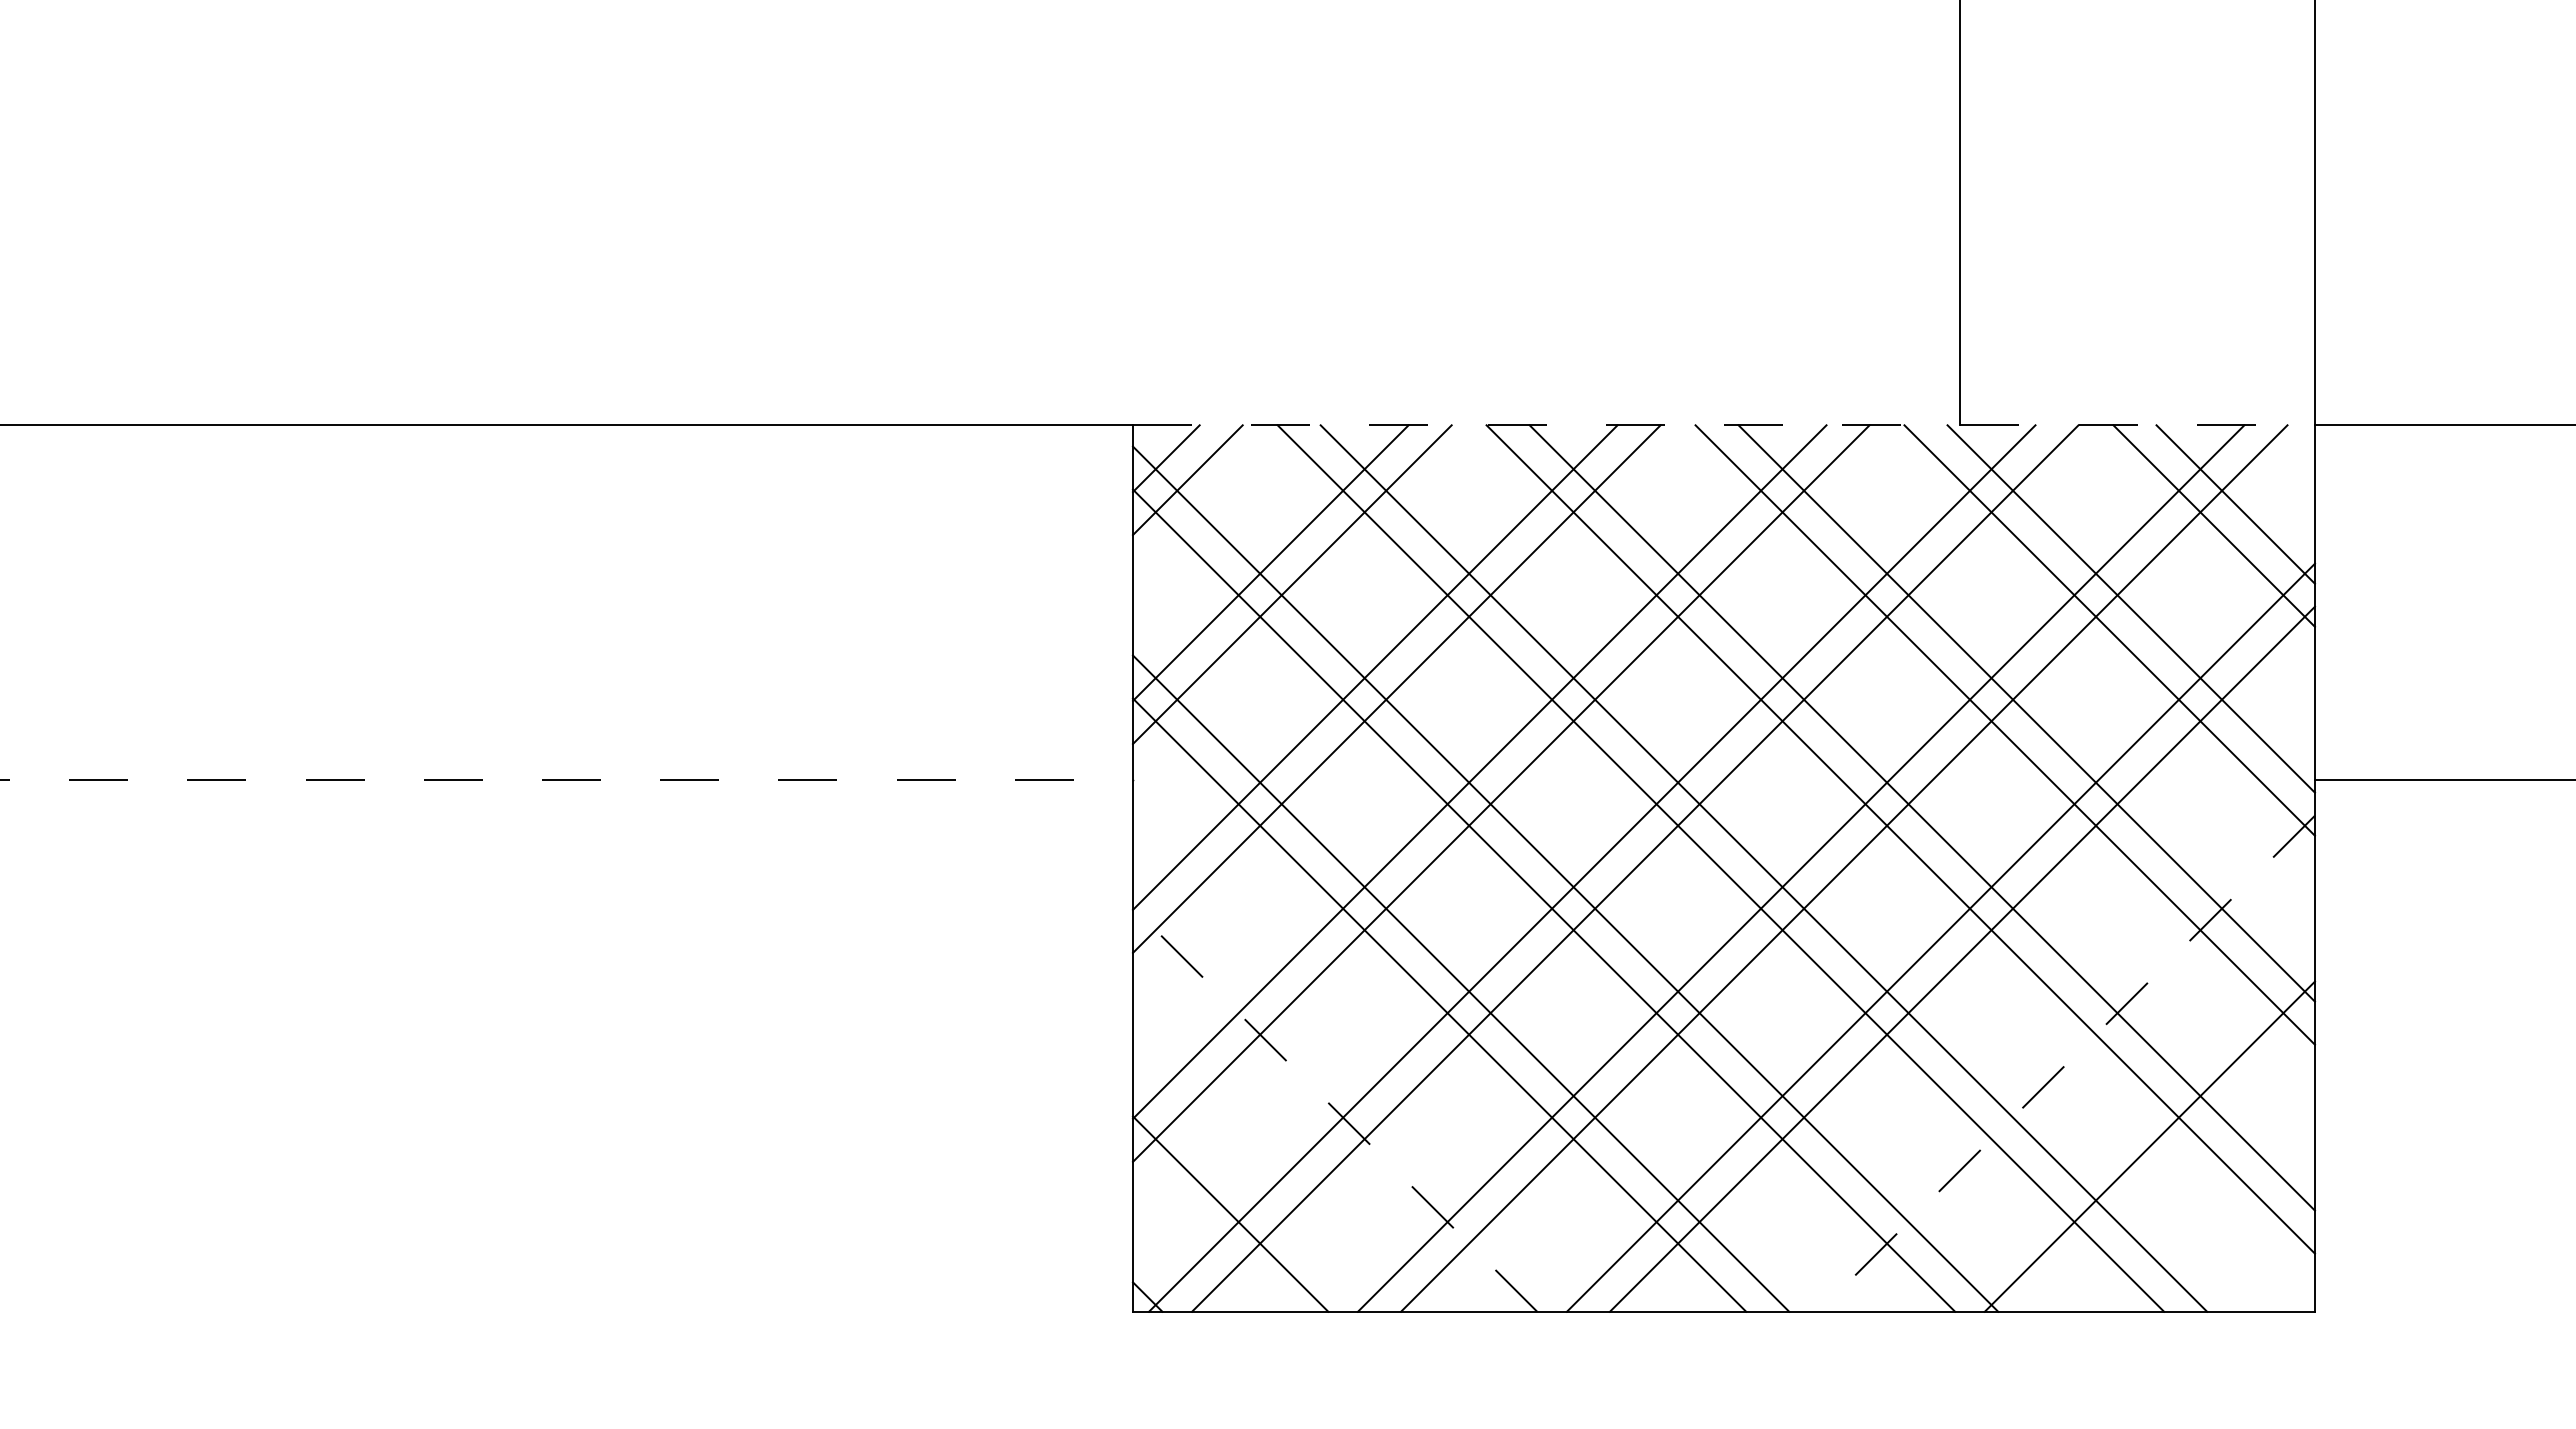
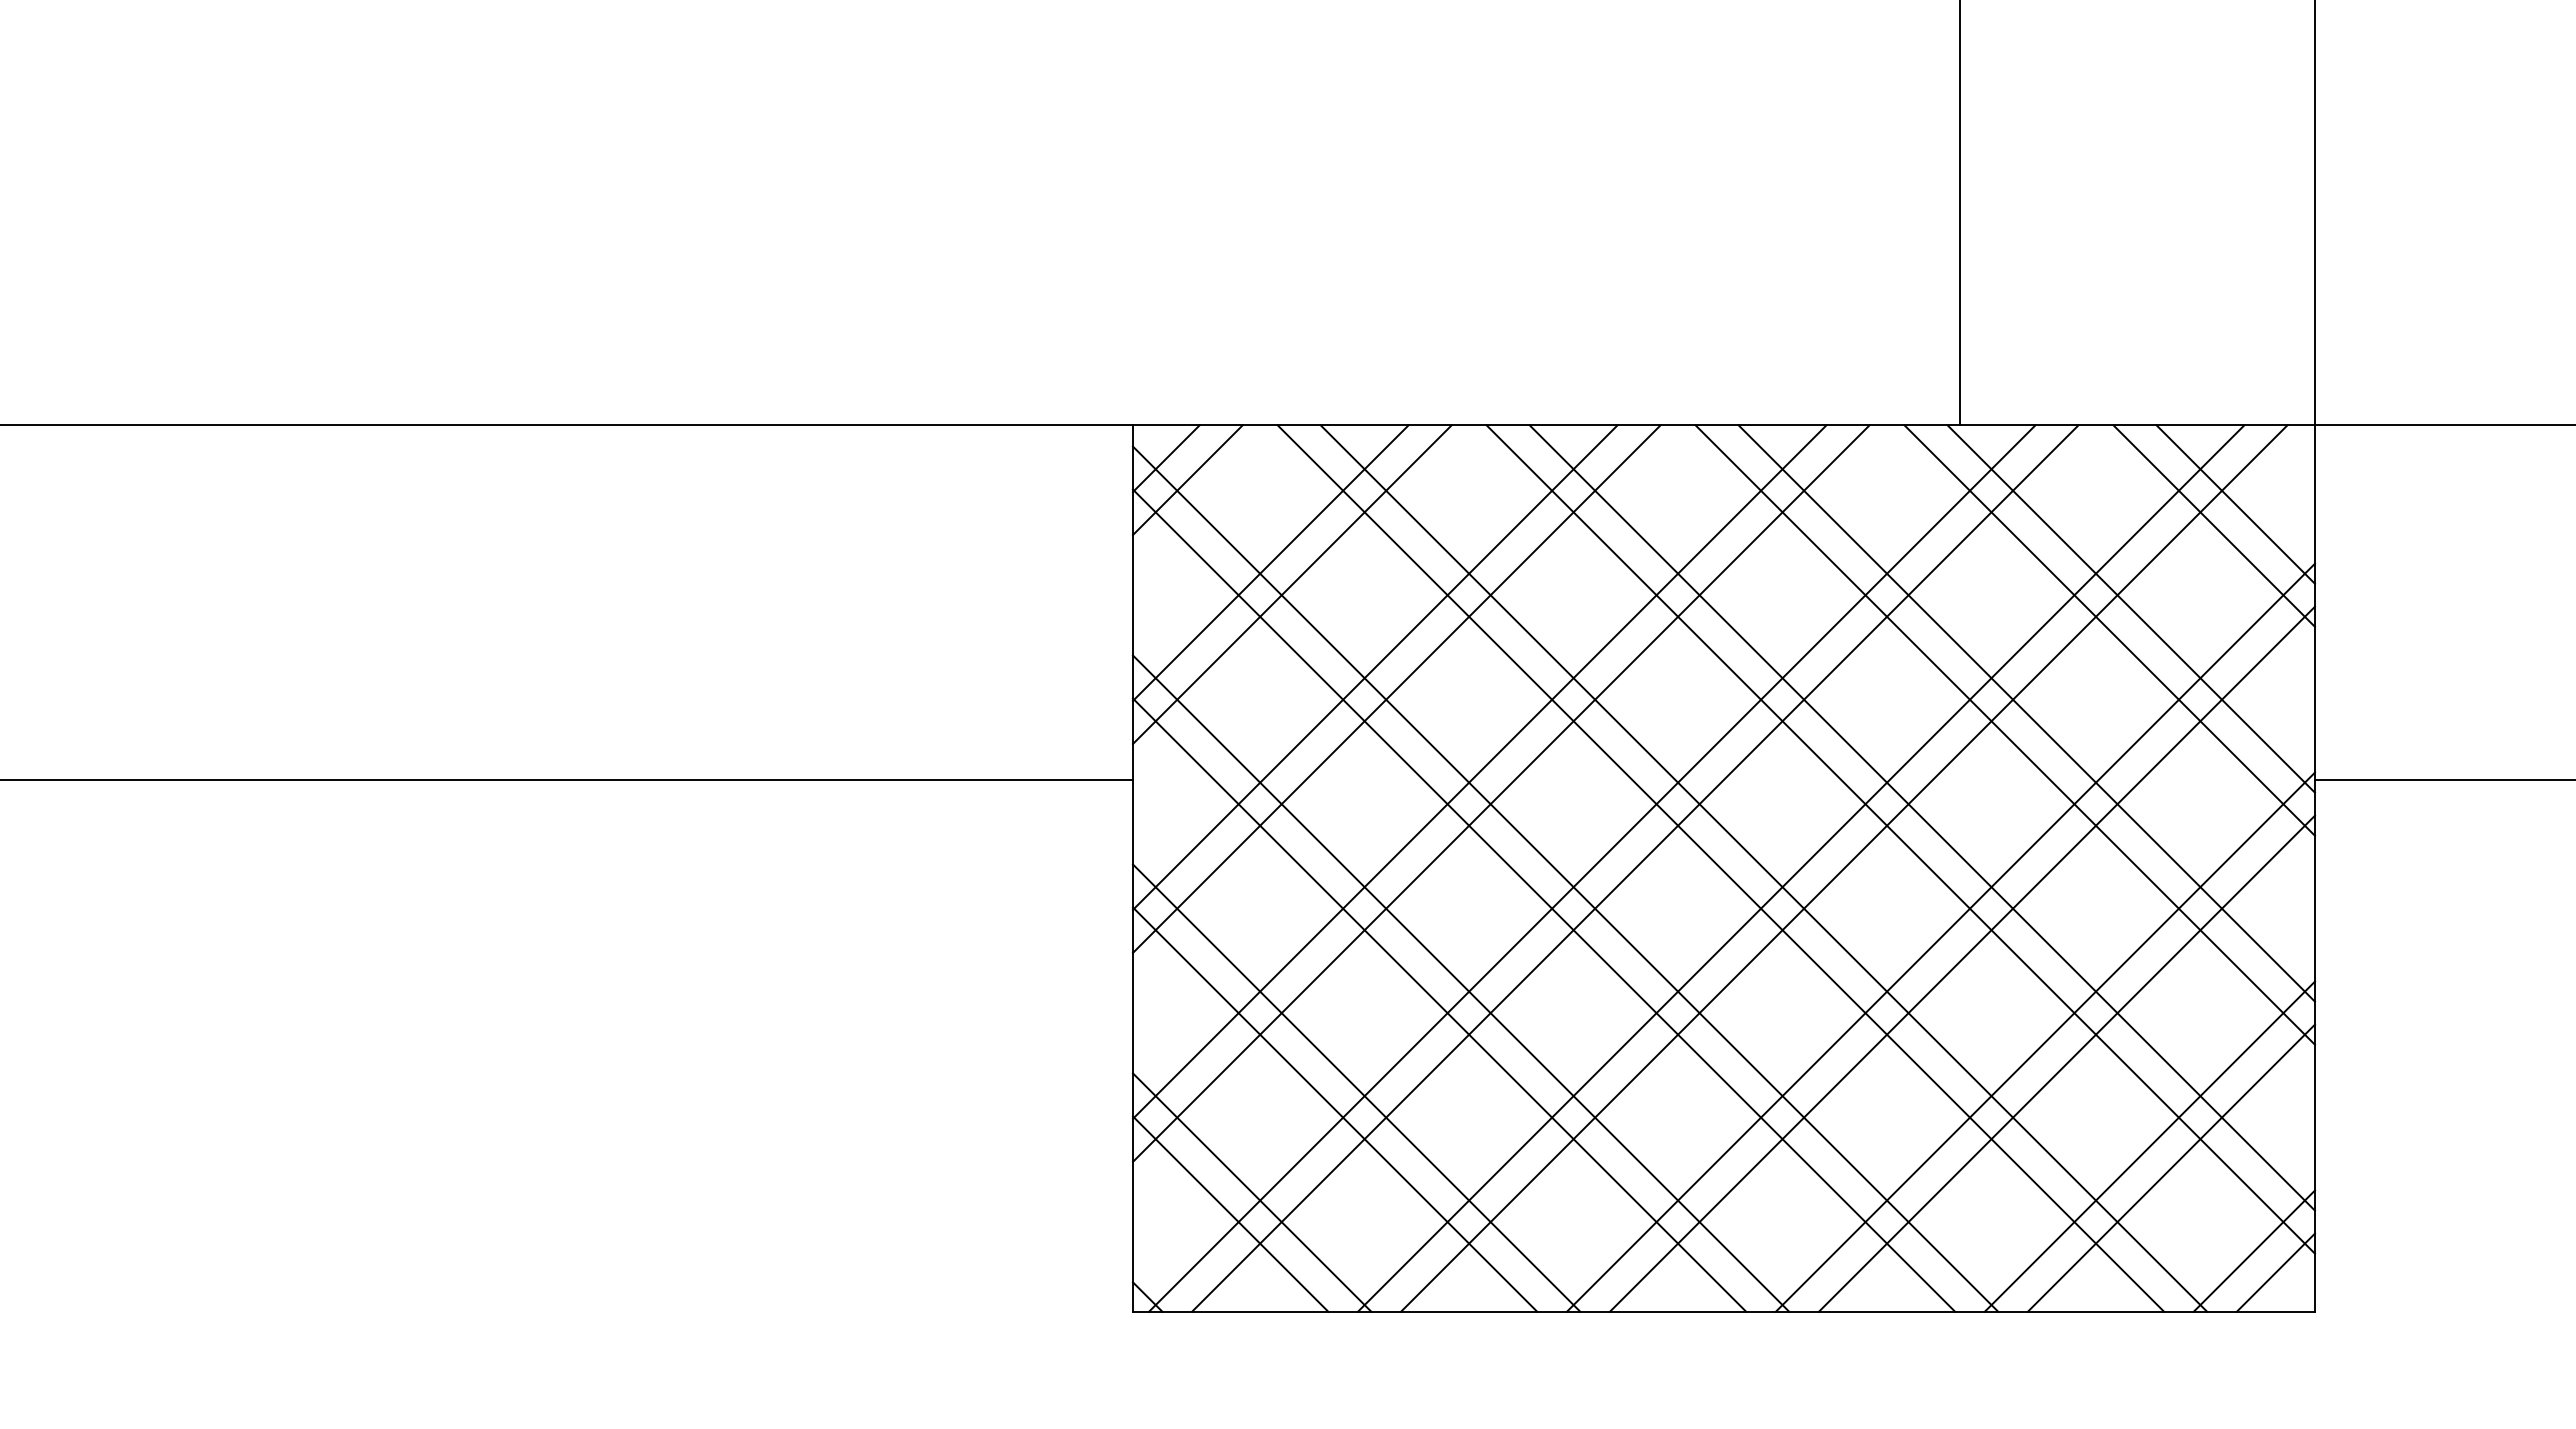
line at (1723, 425): dashed -> solid
line at (566, 779): dashed -> solid
line at (2044, 1041): none -> present
line at (2066, 1063): dashed -> solid
line at (1356, 1087): none -> present
line at (1335, 1109): dashed -> solid
line at (2170, 1167): none -> present
line at (1251, 1192): none -> present
line at (2253, 1250): none -> present
line at (2275, 1272): none -> present
